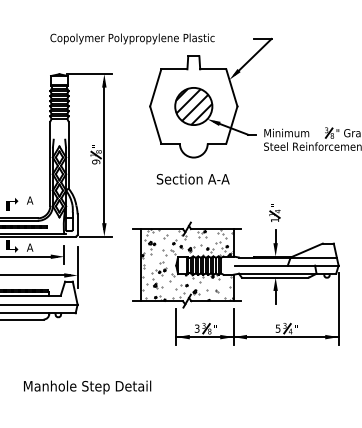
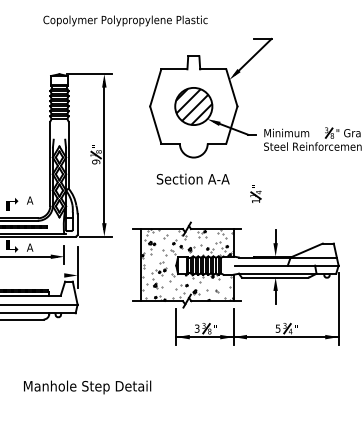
text at (132, 38) position: (132, 38) -> (125, 20)
part at (274, 212) position: (274, 212) -> (255, 193)
line at (36, 275): present -> none
